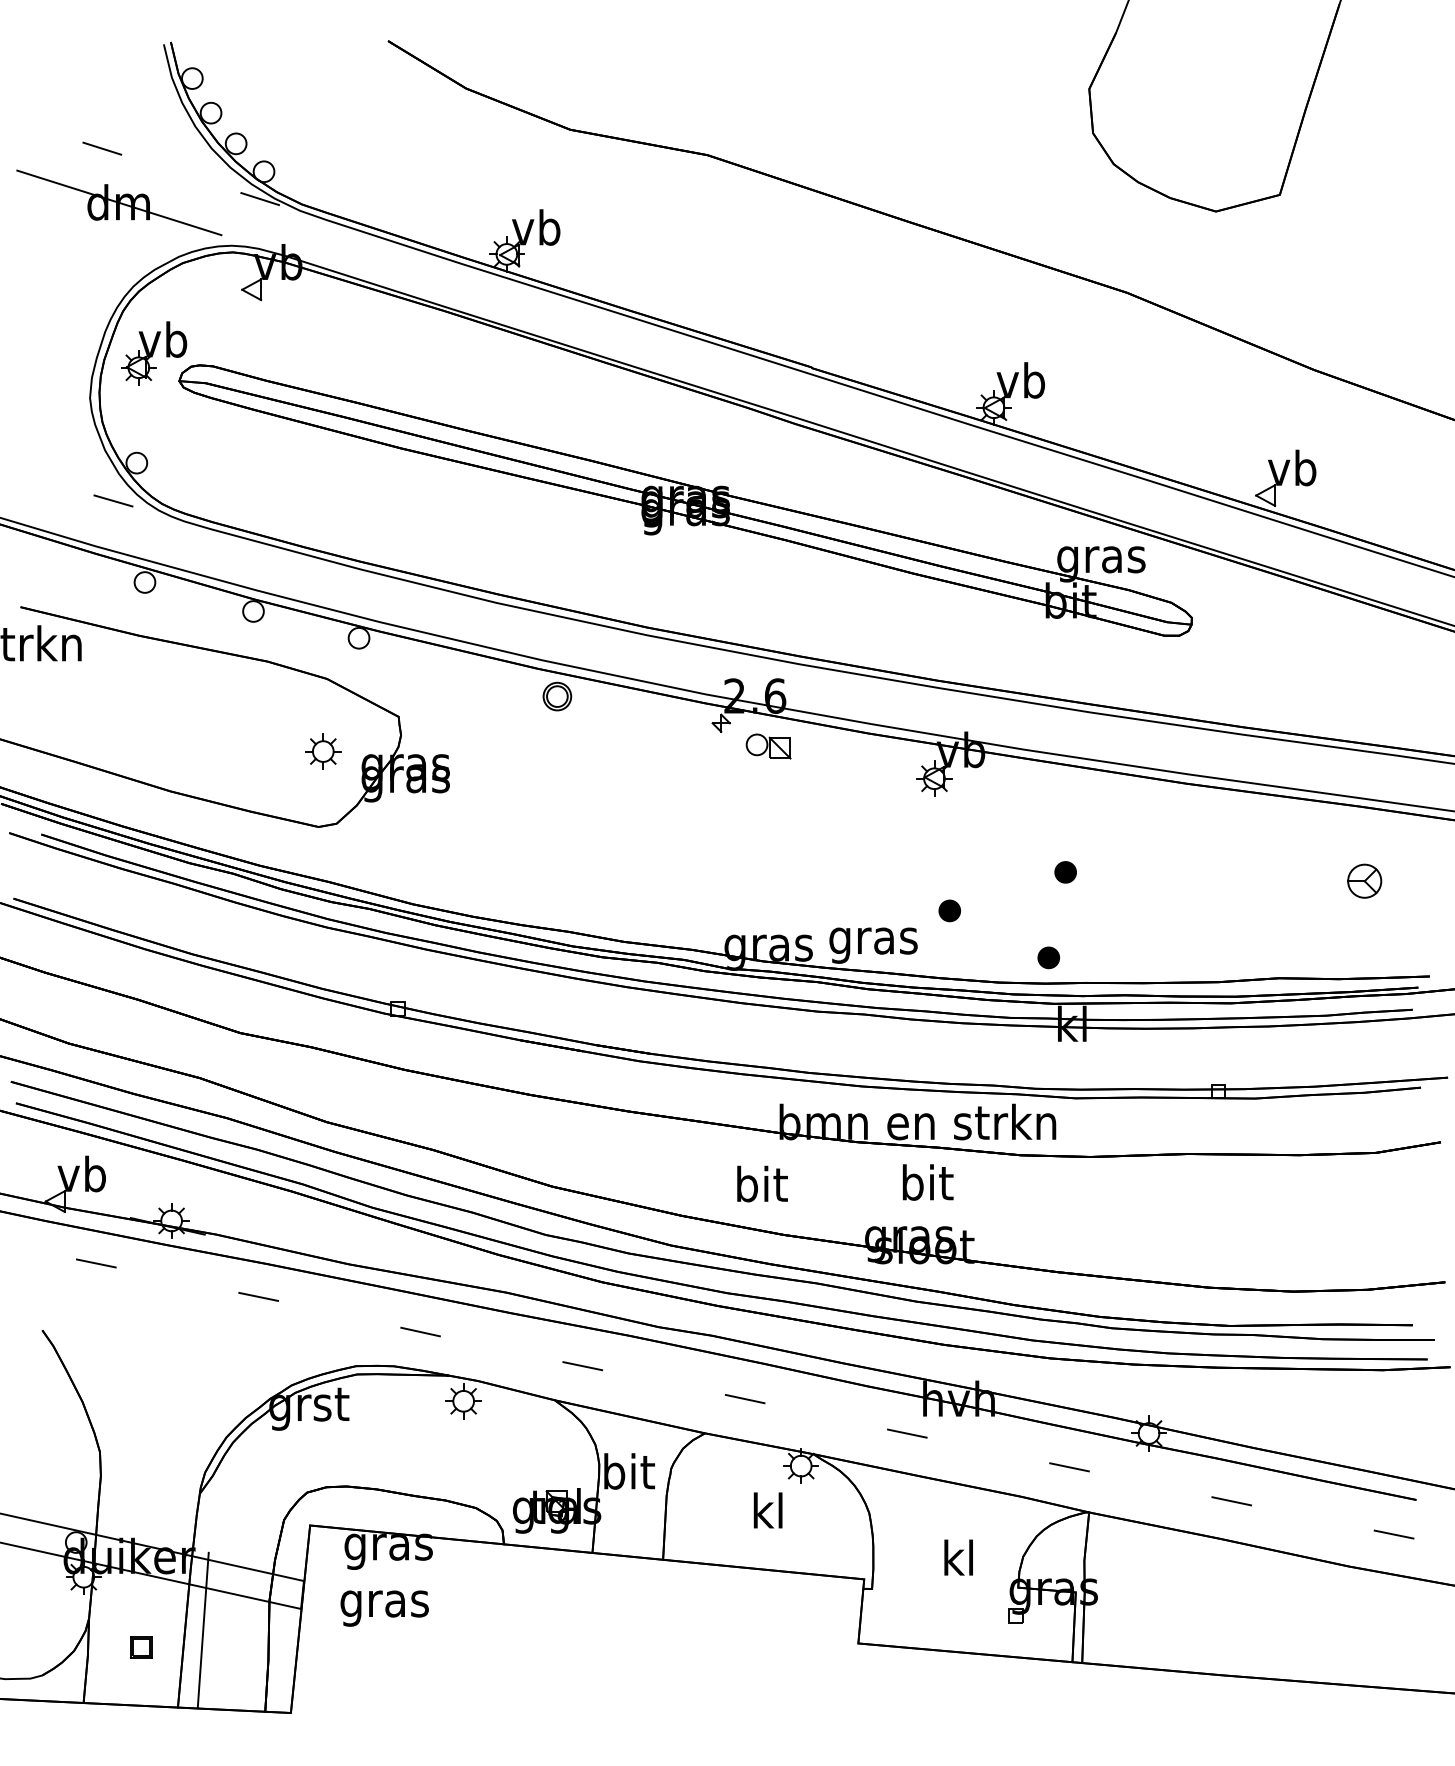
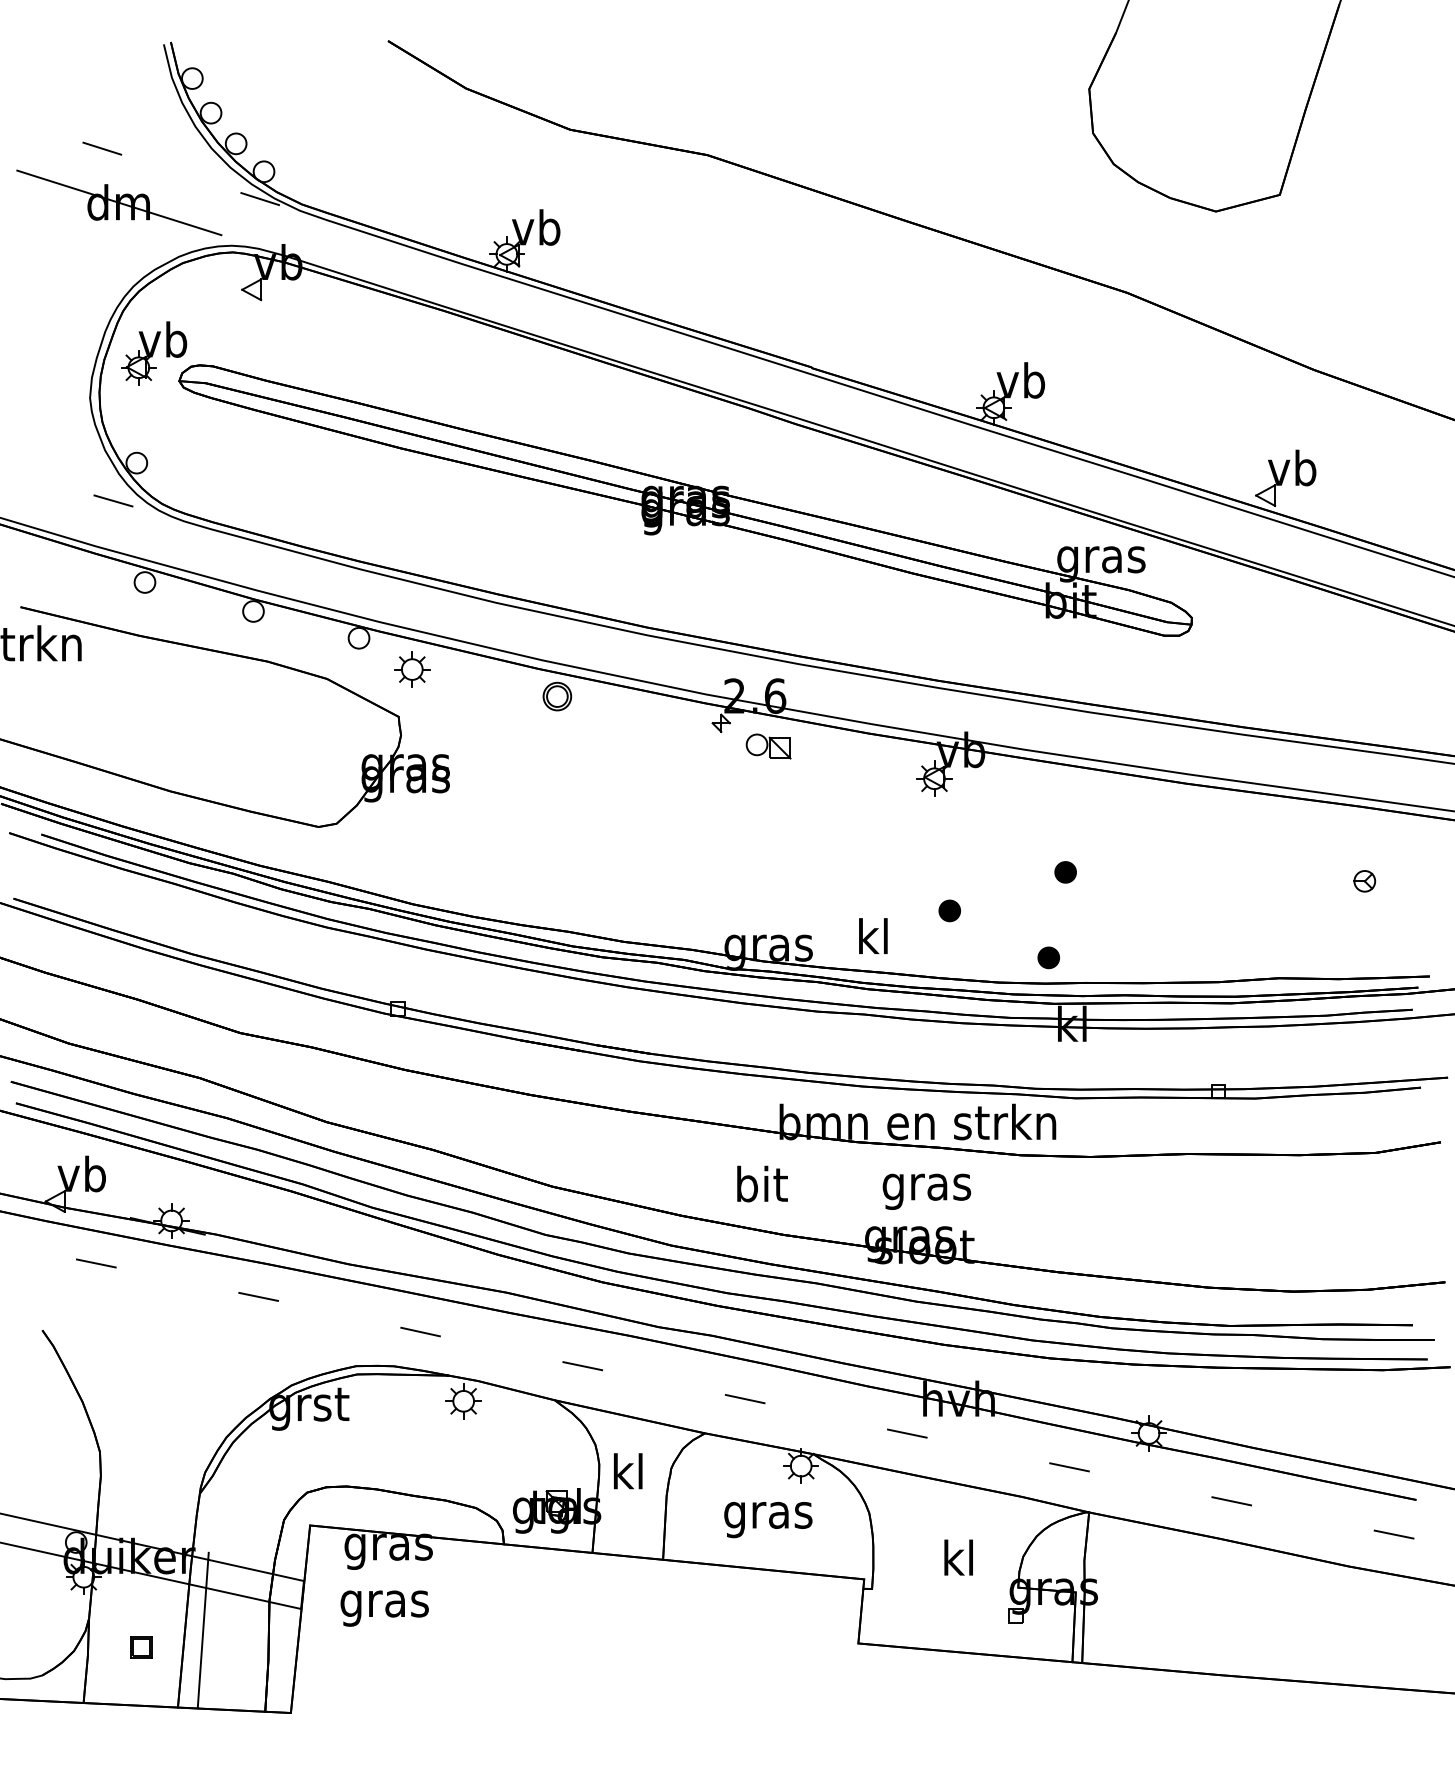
part at (323, 751) position: (323, 751) -> (412, 669)
part at (1364, 880) size: 36x36 px -> 24x23 px
text at (873, 940): gras -> kl
text at (926, 1186): bit -> gras
text at (629, 1471): bit -> kl
text at (768, 1515): kl -> gras
